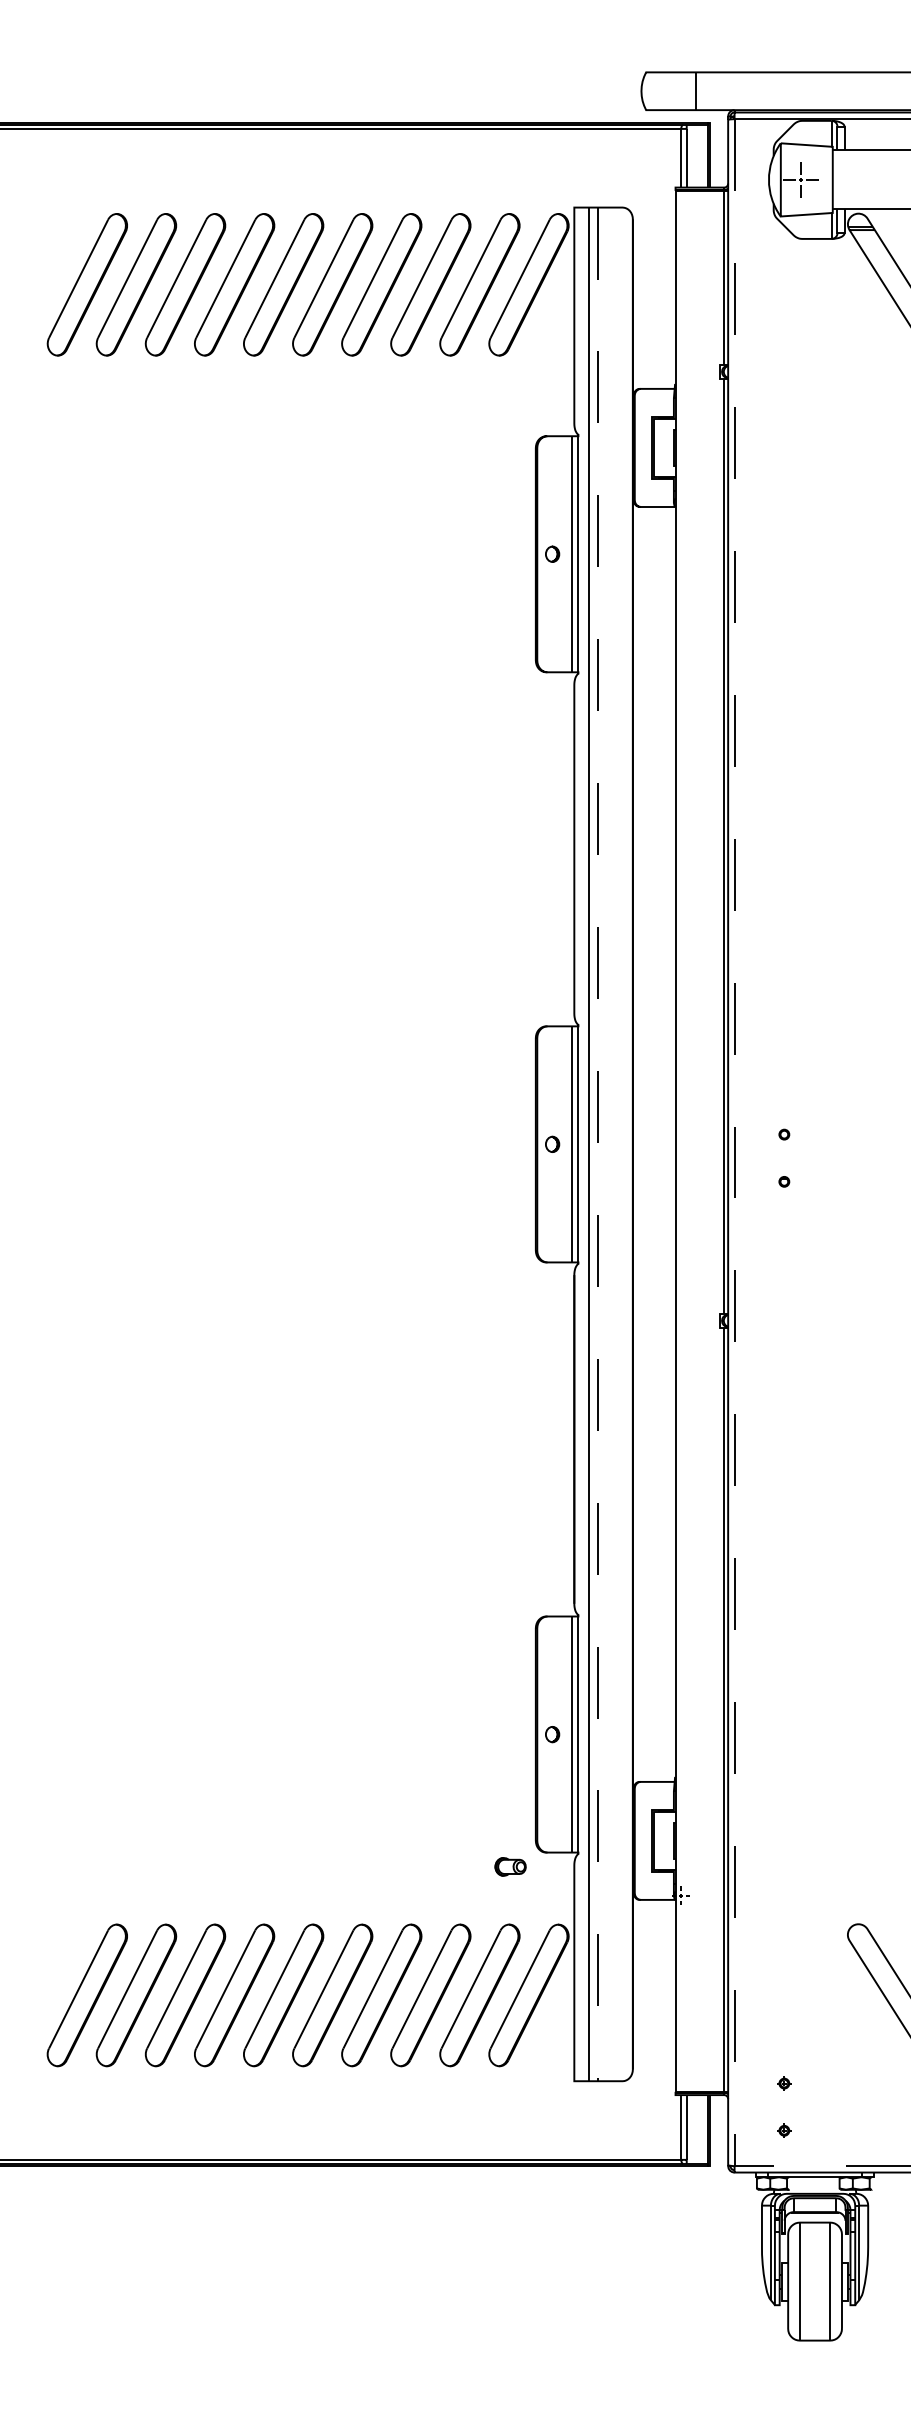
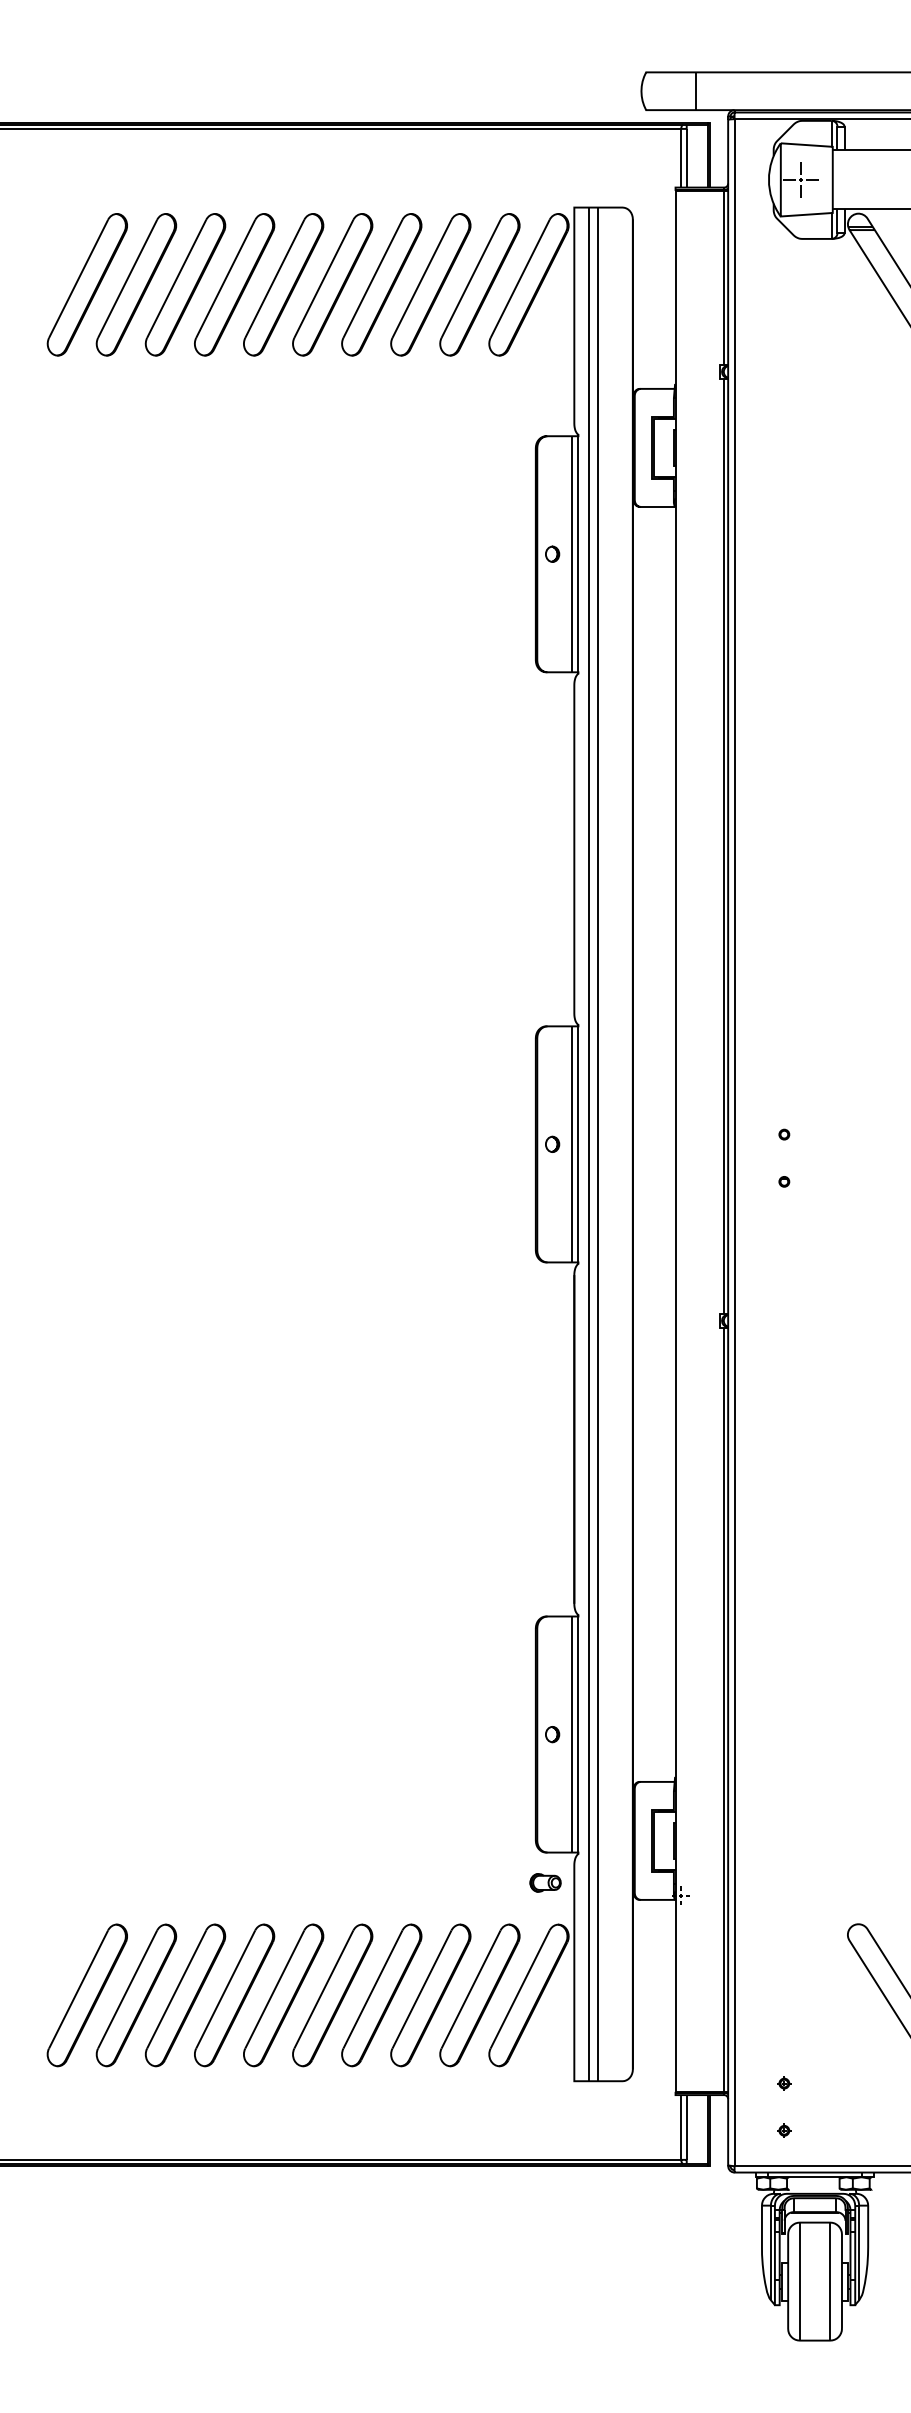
line at (597, 1144): dashed -> solid
line at (734, 1231): dashed -> solid
part at (510, 1866) position: (510, 1866) -> (545, 1882)
